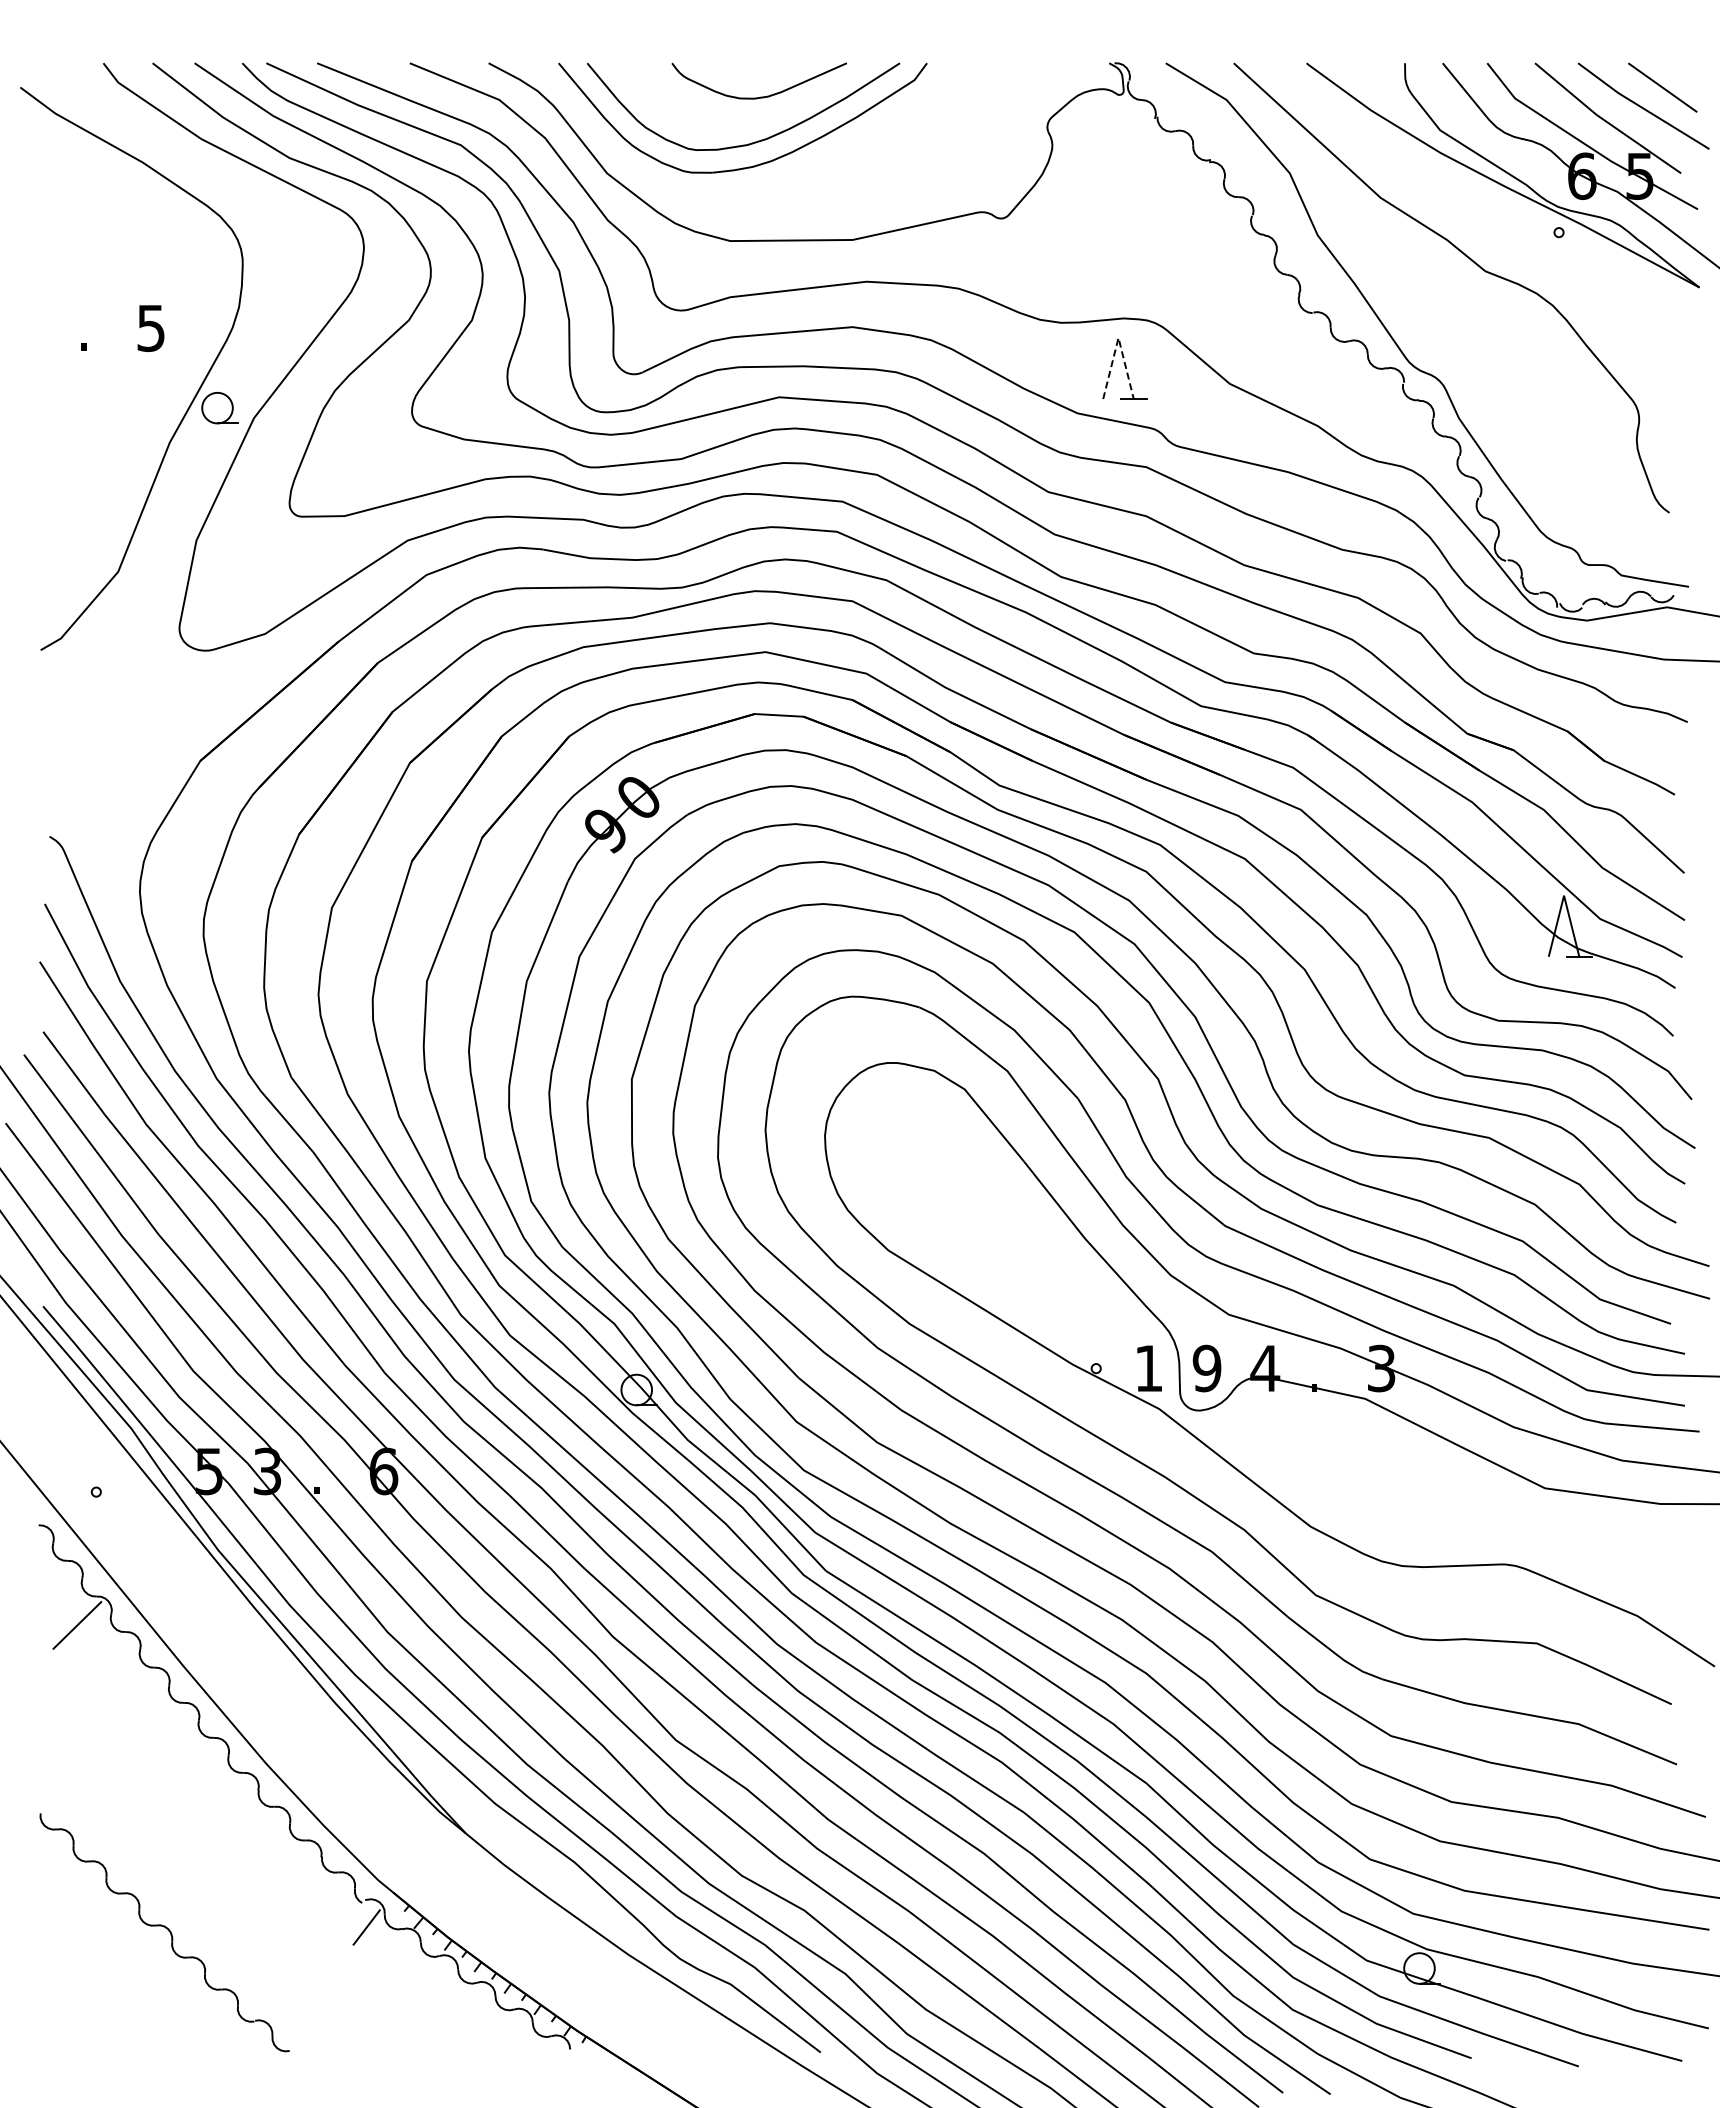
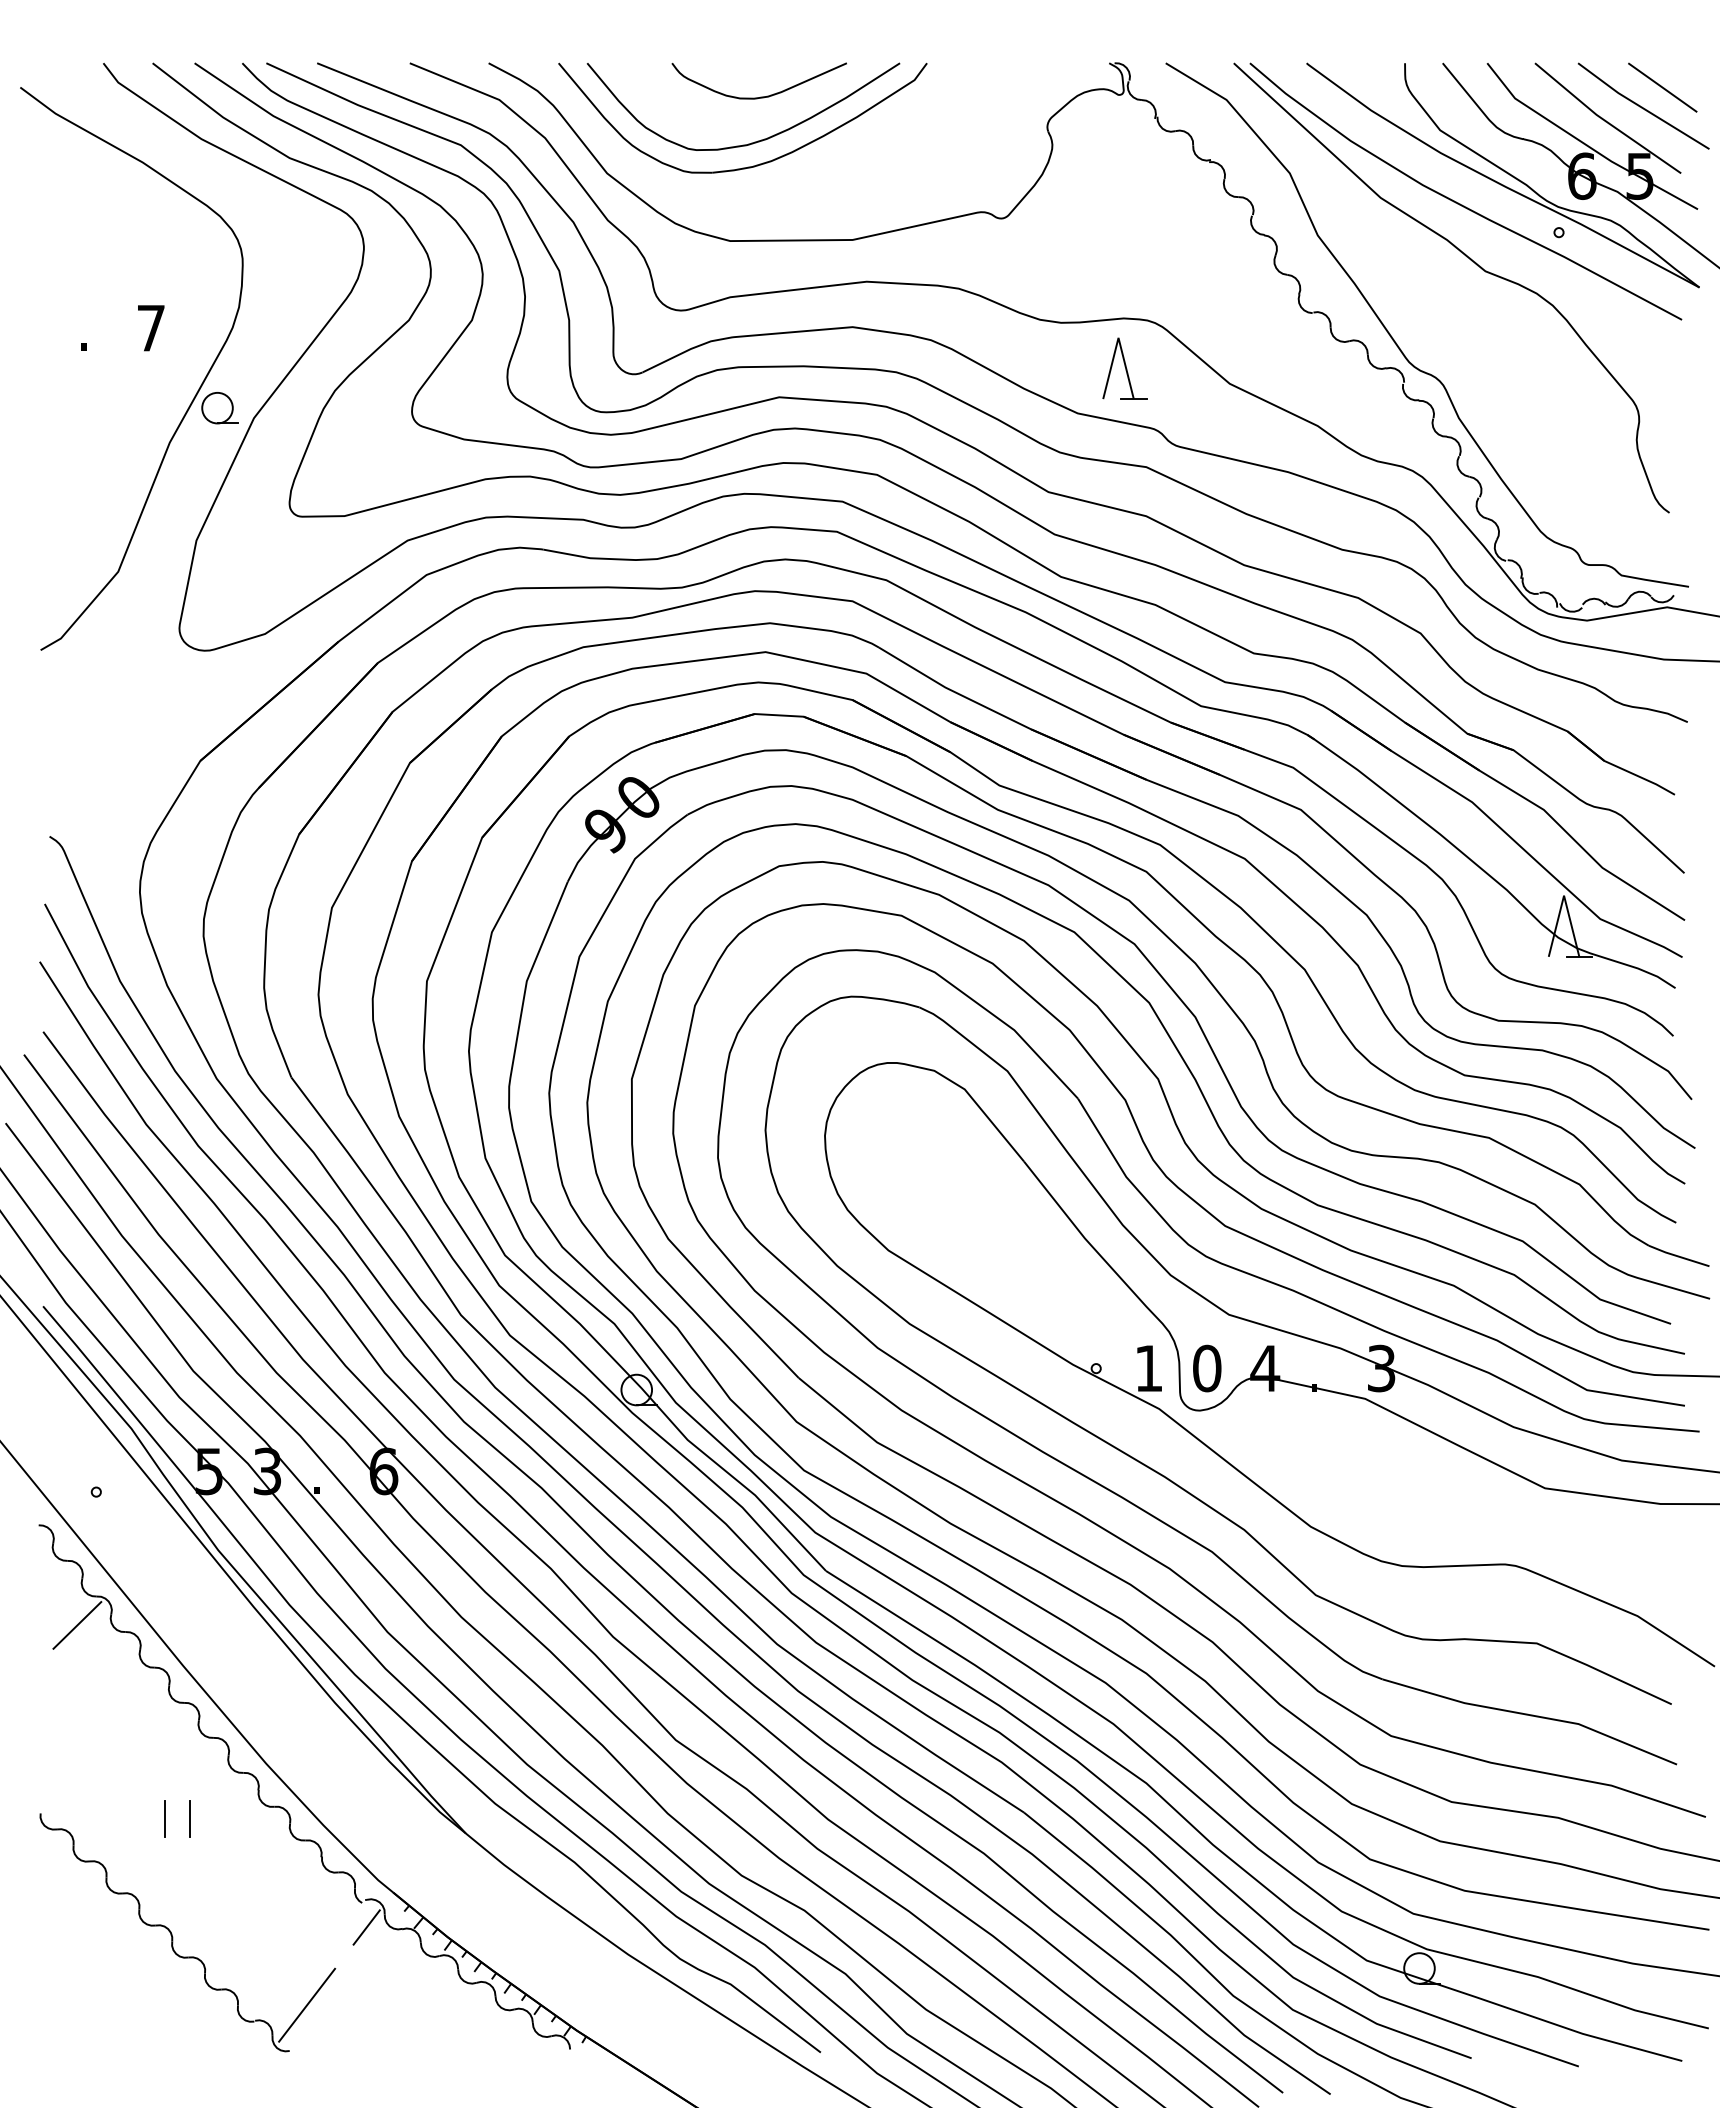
curve at (1460, 203): none -> present
text at (150, 328): 5 -> 7
line at (1118, 337): dashed -> solid
text at (1206, 1368): 9 -> 0
line at (165, 1818): none -> present
line at (189, 1818): none -> present
line at (307, 2004): none -> present
